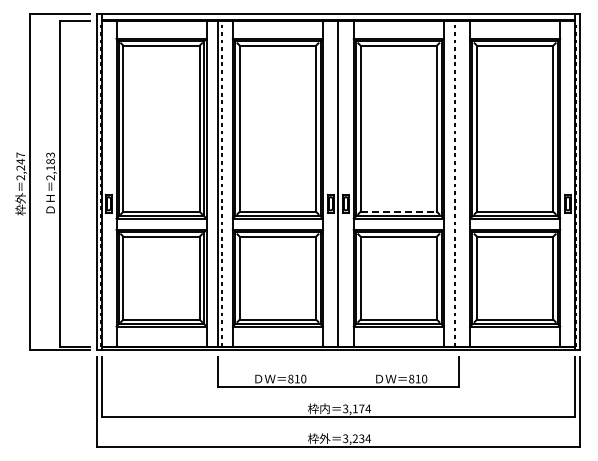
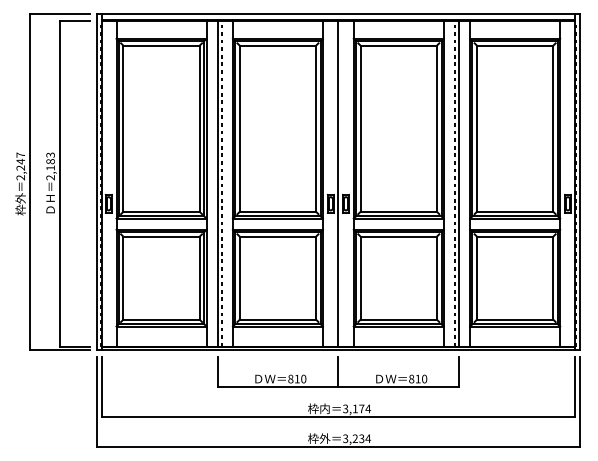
line at (459, 183): none -> present
line at (399, 211): dashed -> solid
line at (338, 371): none -> present
